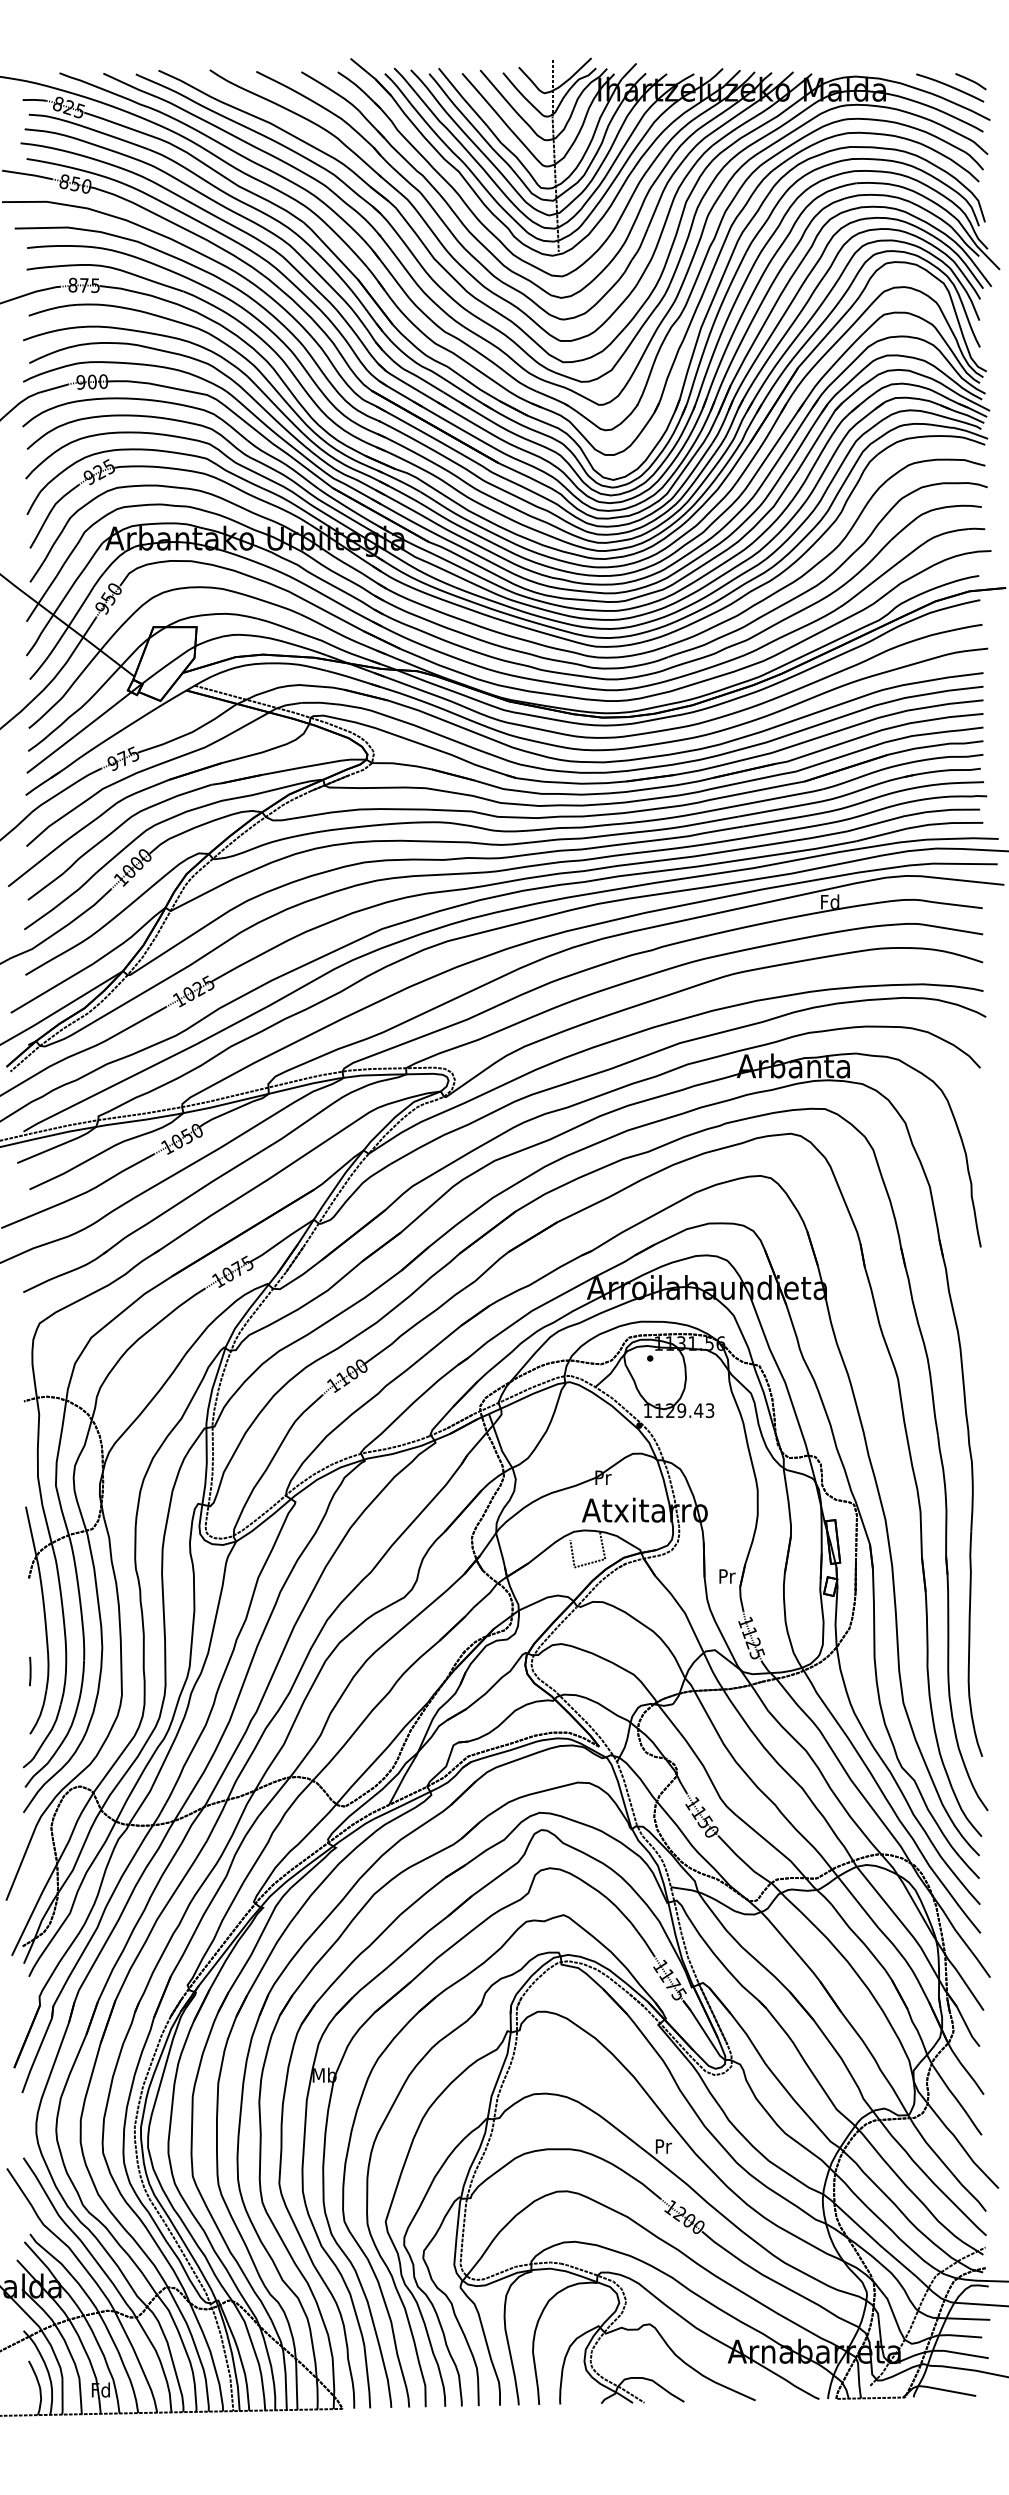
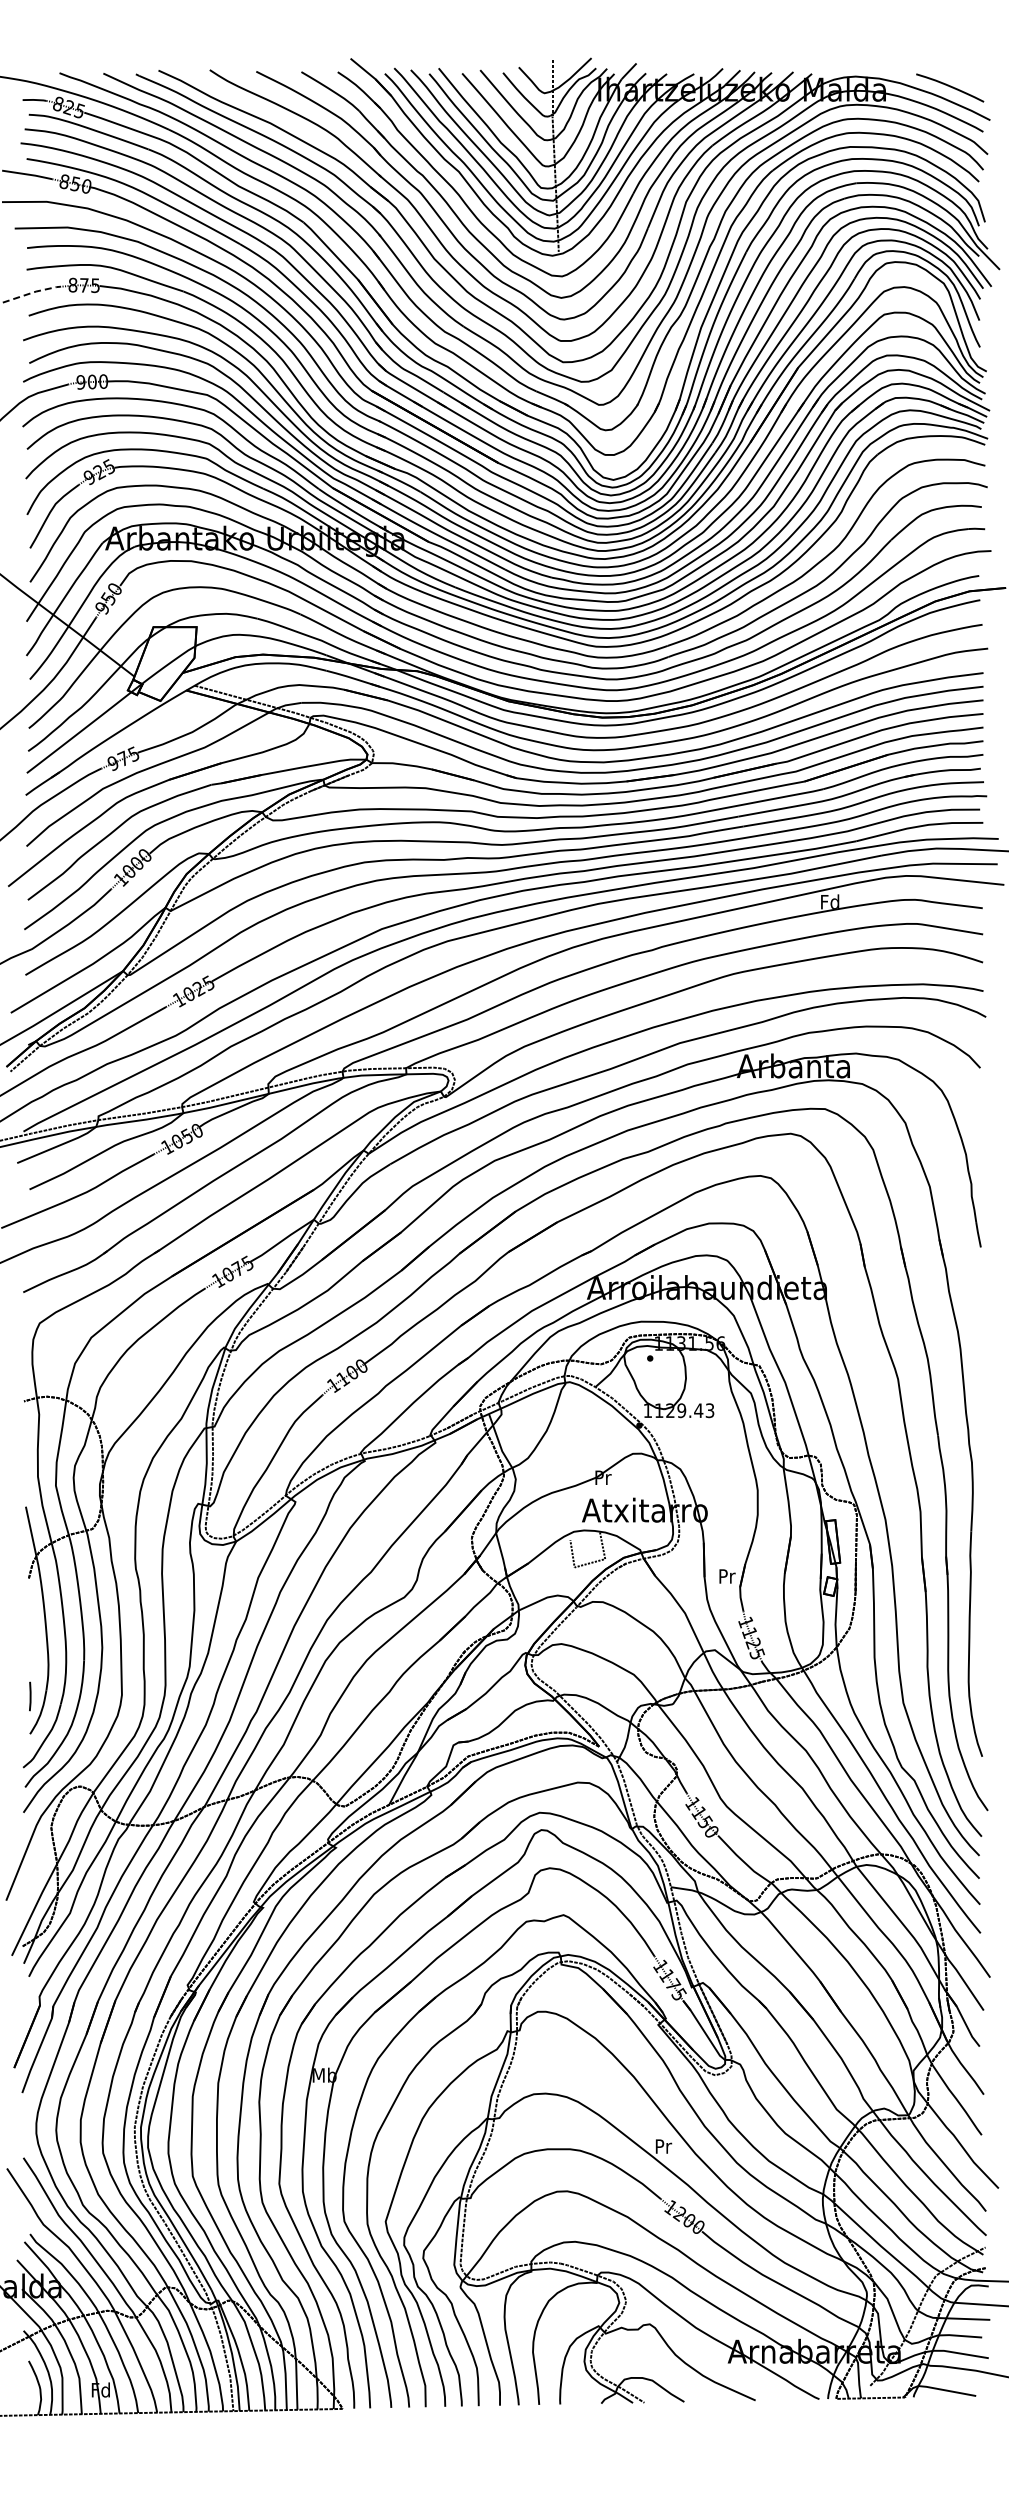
line at (970, 81): present -> none
line at (31, 293): solid -> dashed
line at (30, 1671) position: (30, 1671) -> (30, 1696)
